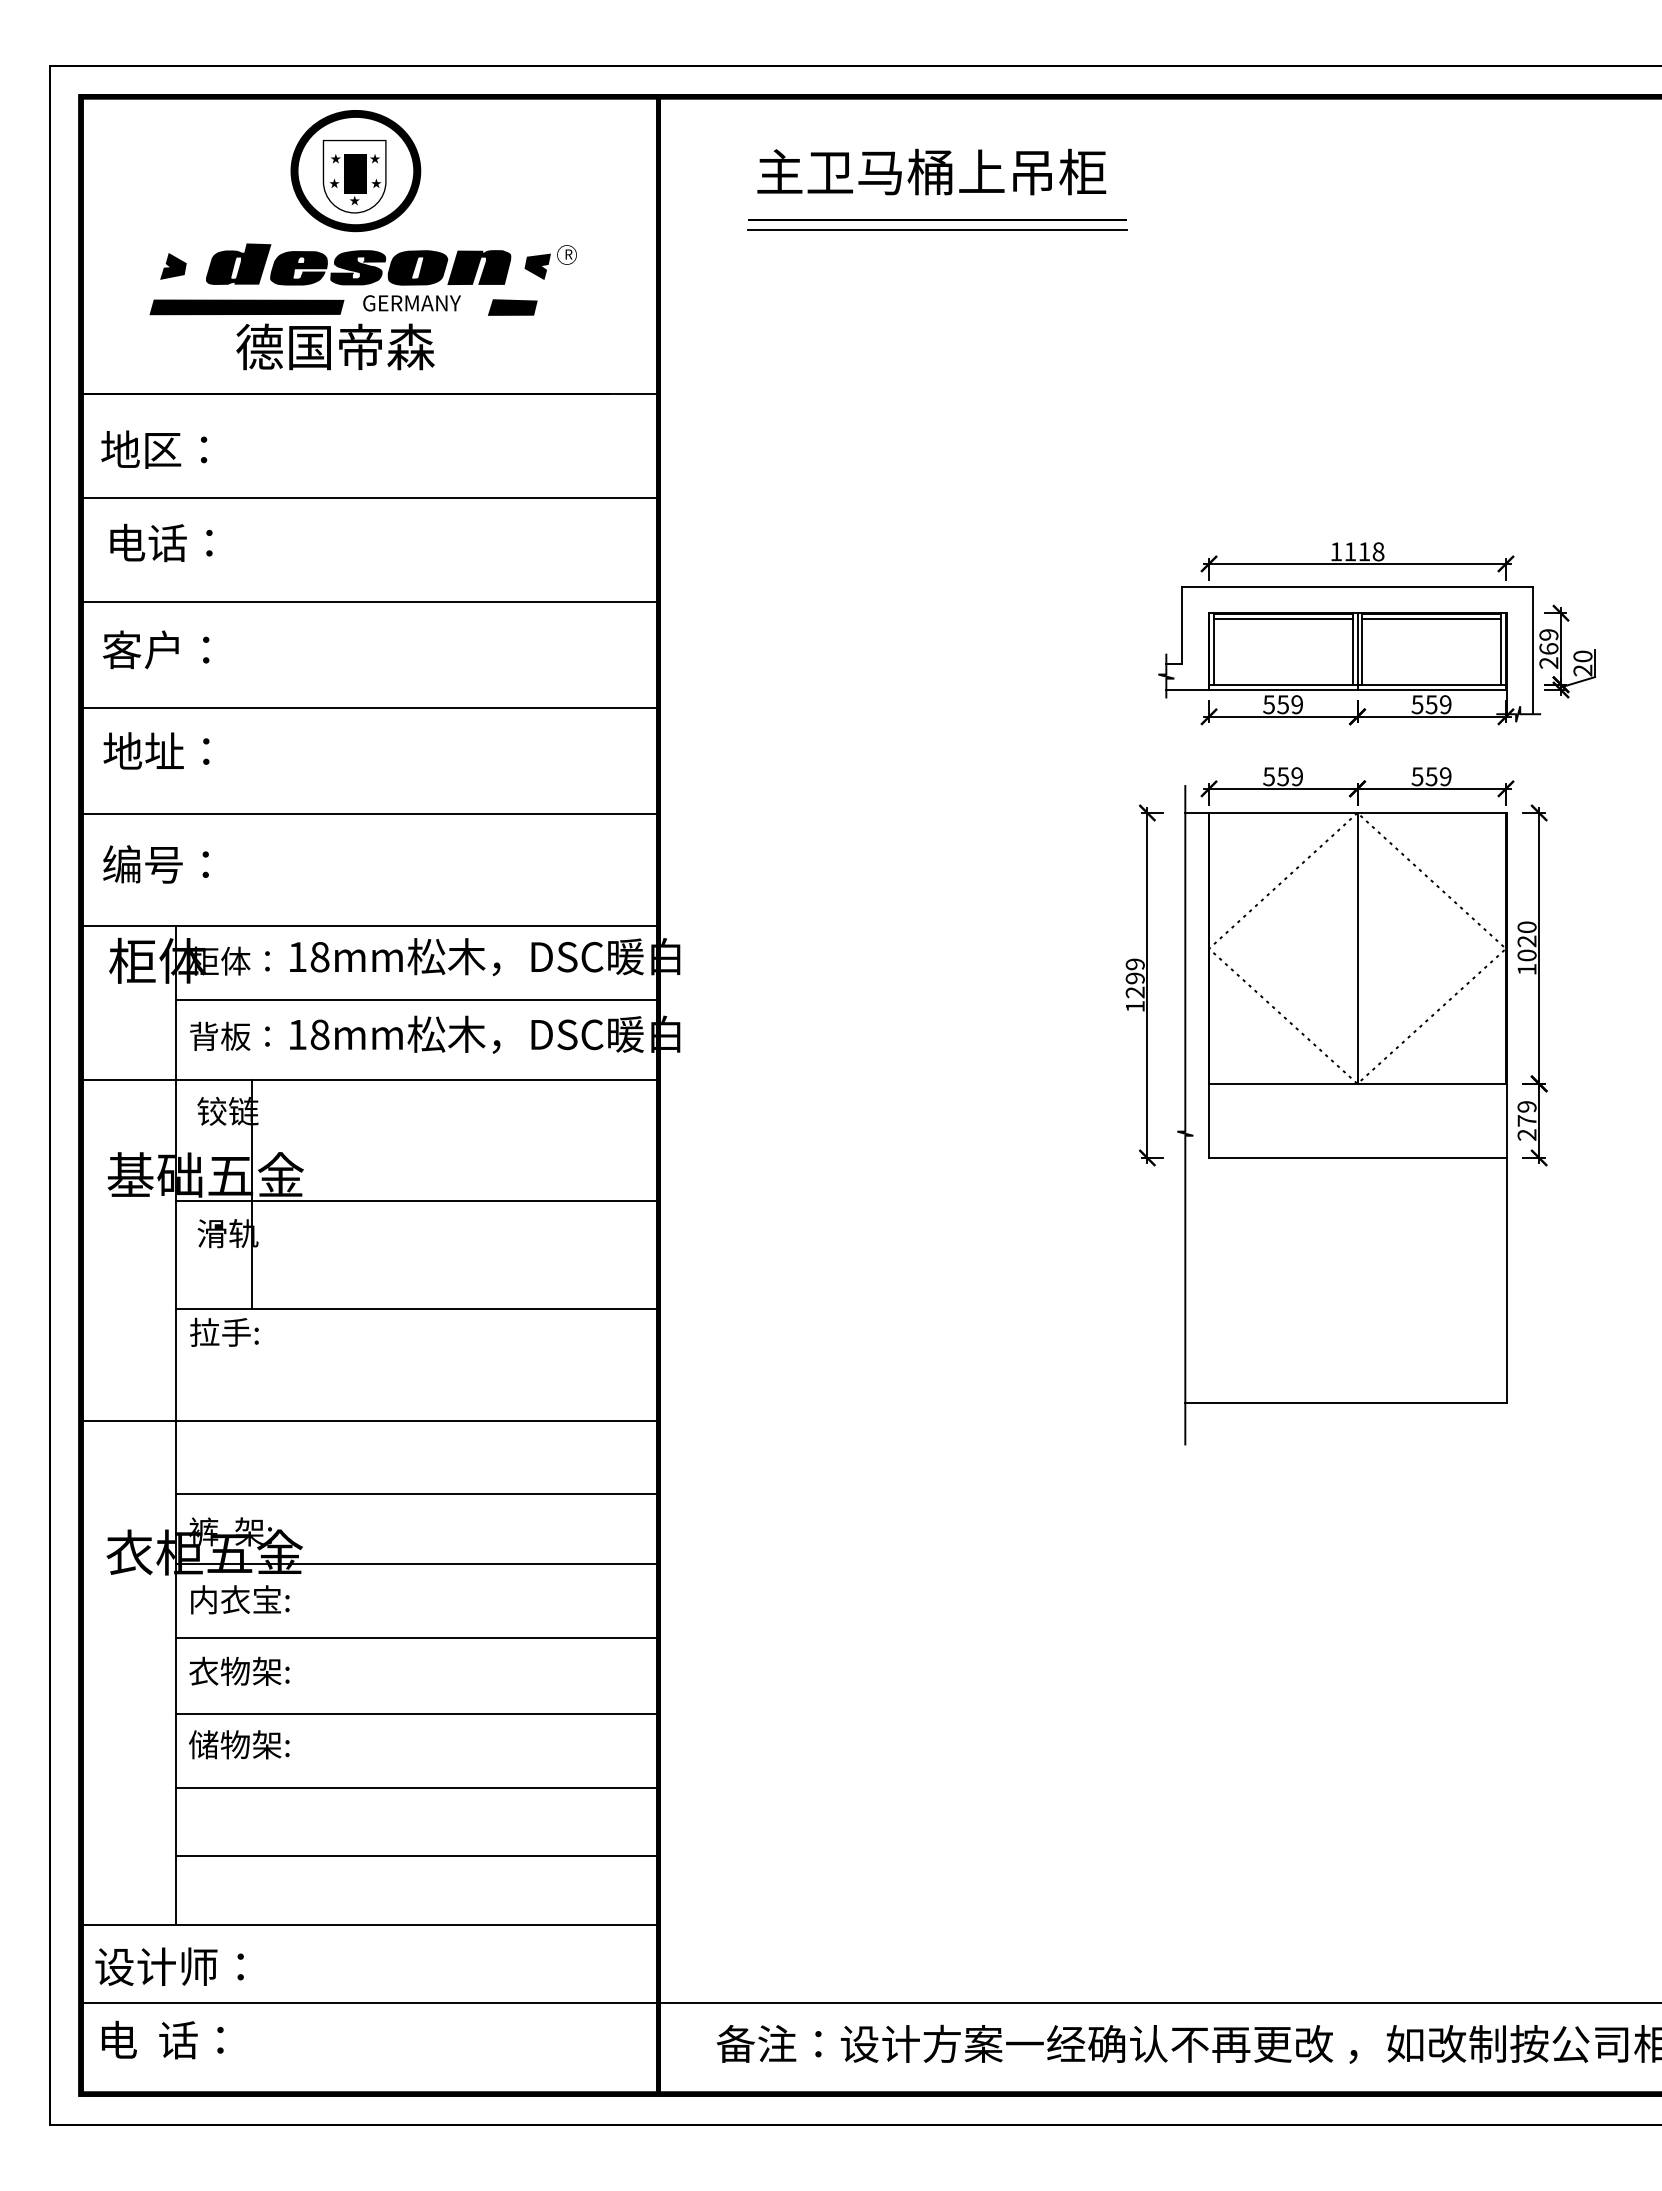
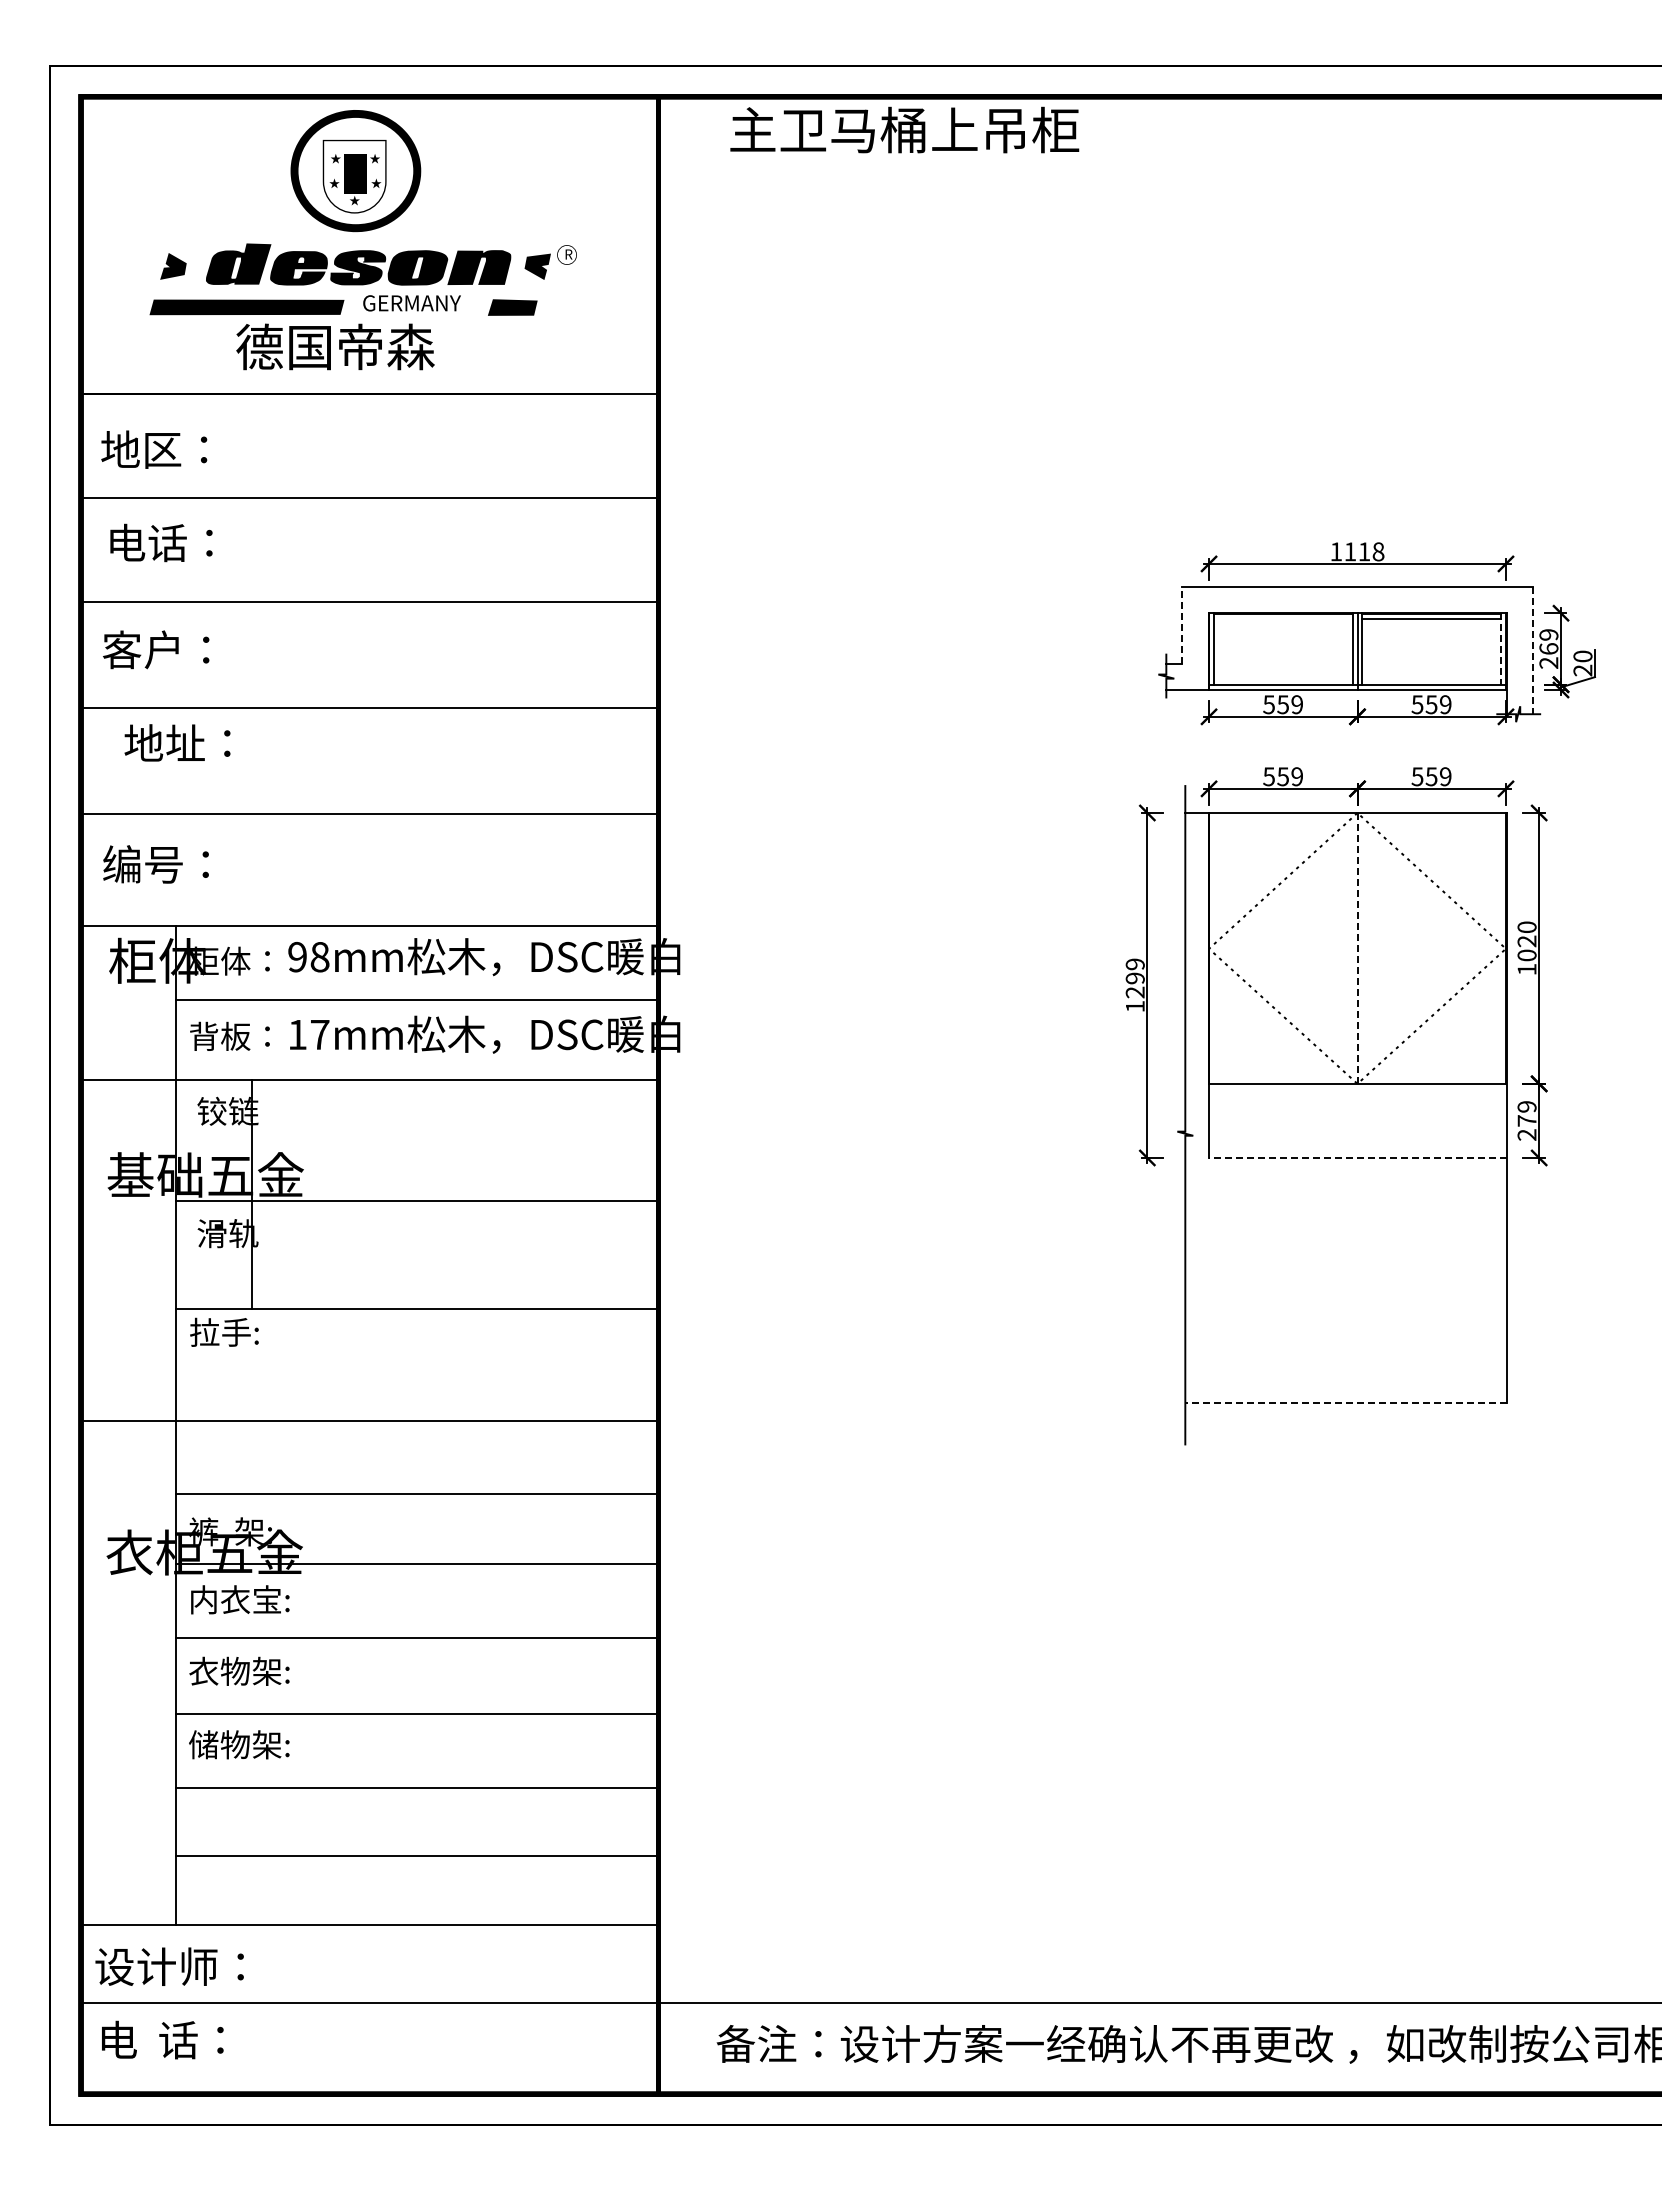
text at (931, 171) position: (931, 171) -> (904, 129)
line at (937, 219): present -> none
line at (937, 229): present -> none
line at (1282, 618): present -> none
line at (1181, 625): solid -> dashed
line at (1501, 648): solid -> dashed
line at (1533, 650): solid -> dashed
text at (156, 750) position: (156, 750) -> (177, 742)
line at (1357, 947): solid -> dashed
text at (297, 956): 18mm -> 98mm
text at (319, 1034): 18mm -> 17mm
line at (1357, 1157): solid -> dashed
line at (1345, 1402): solid -> dashed
